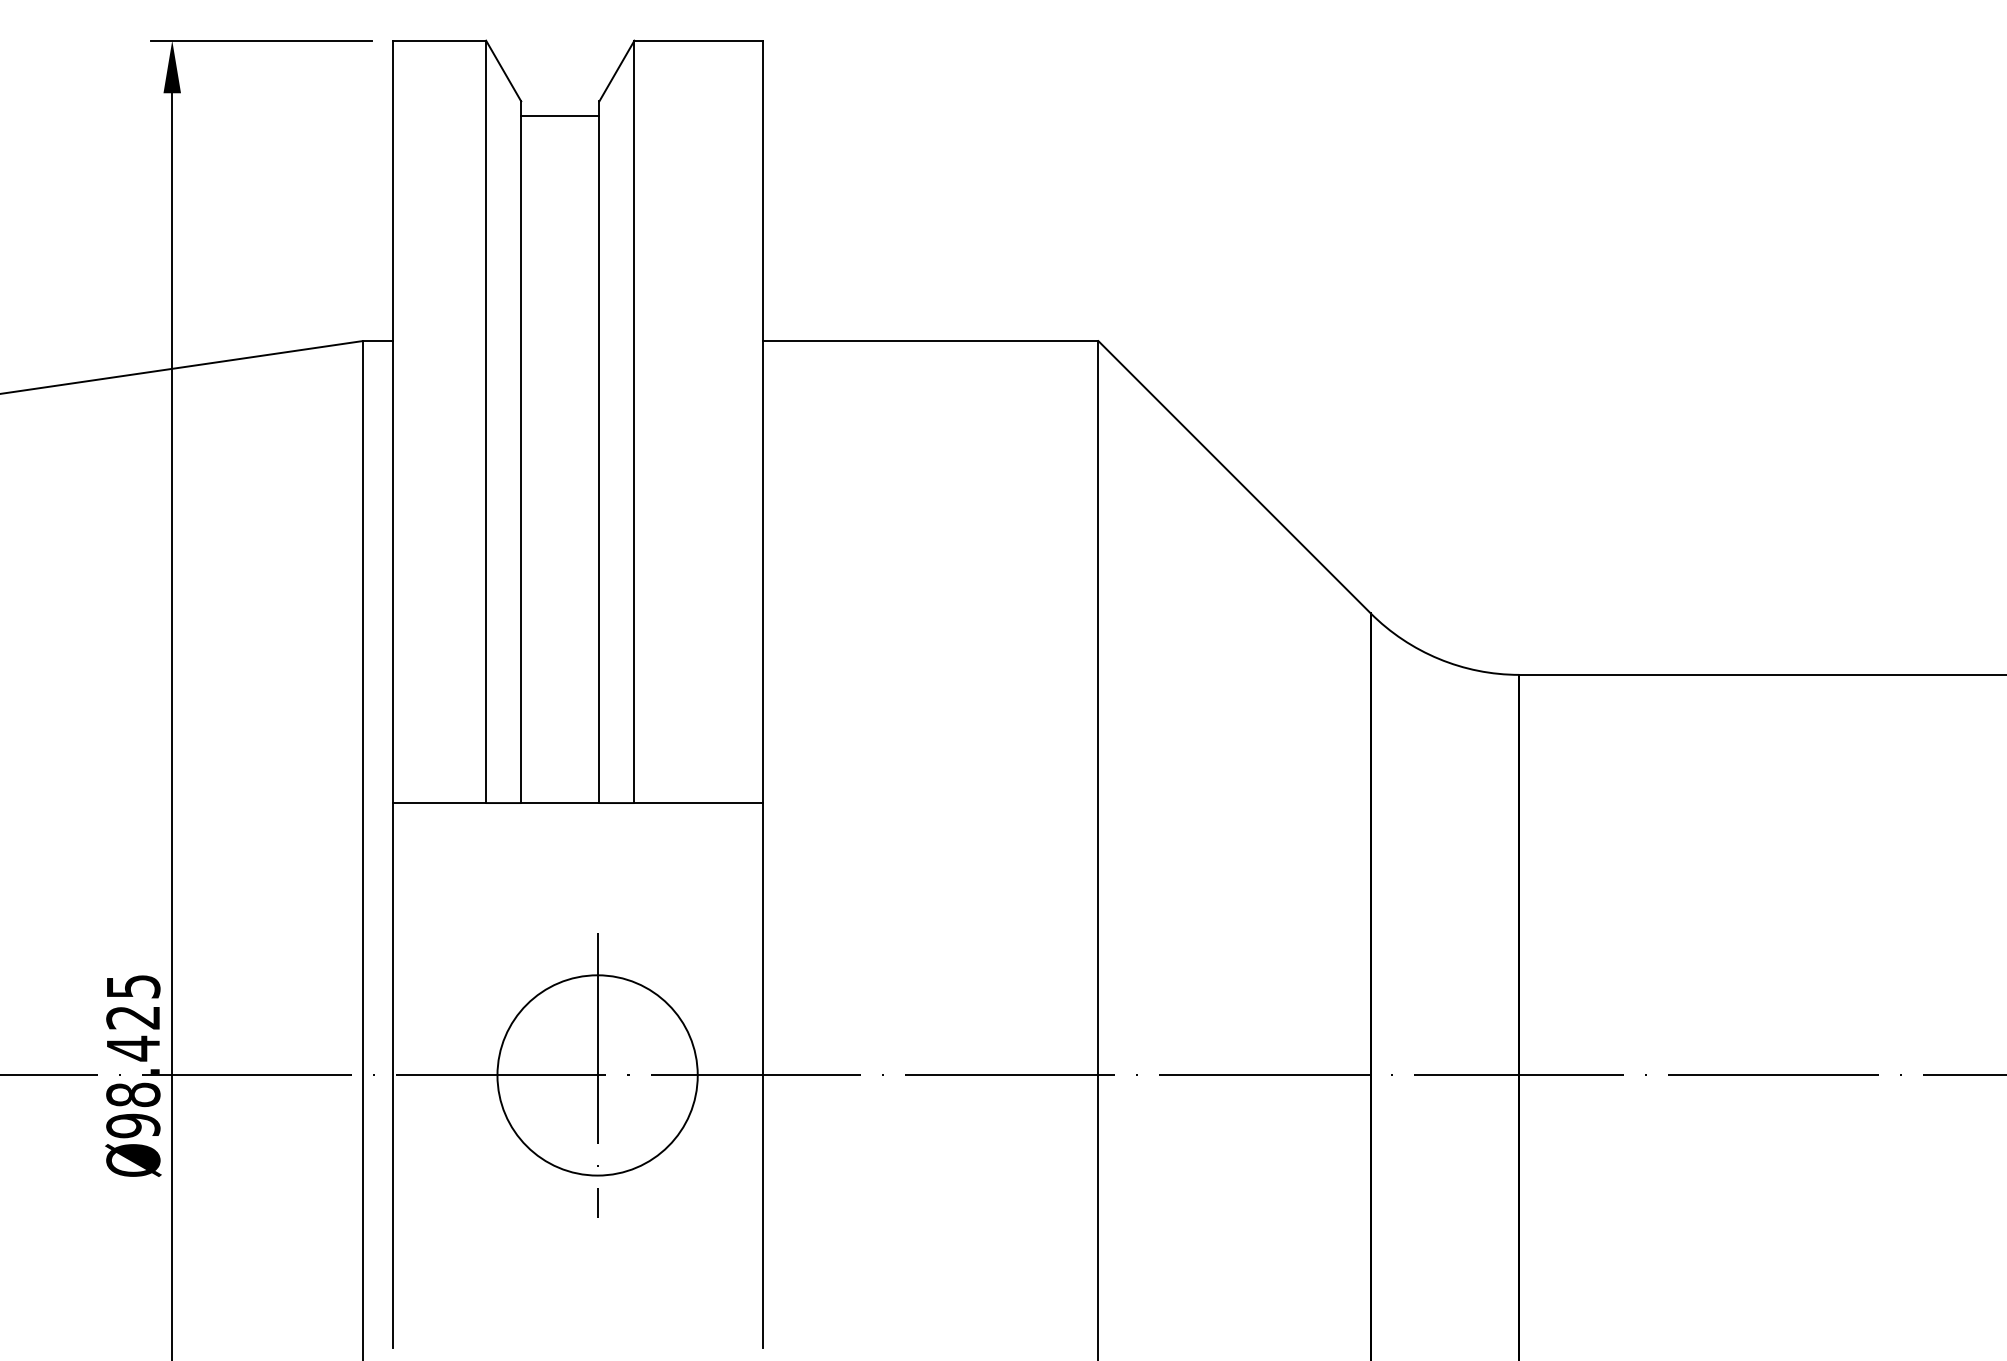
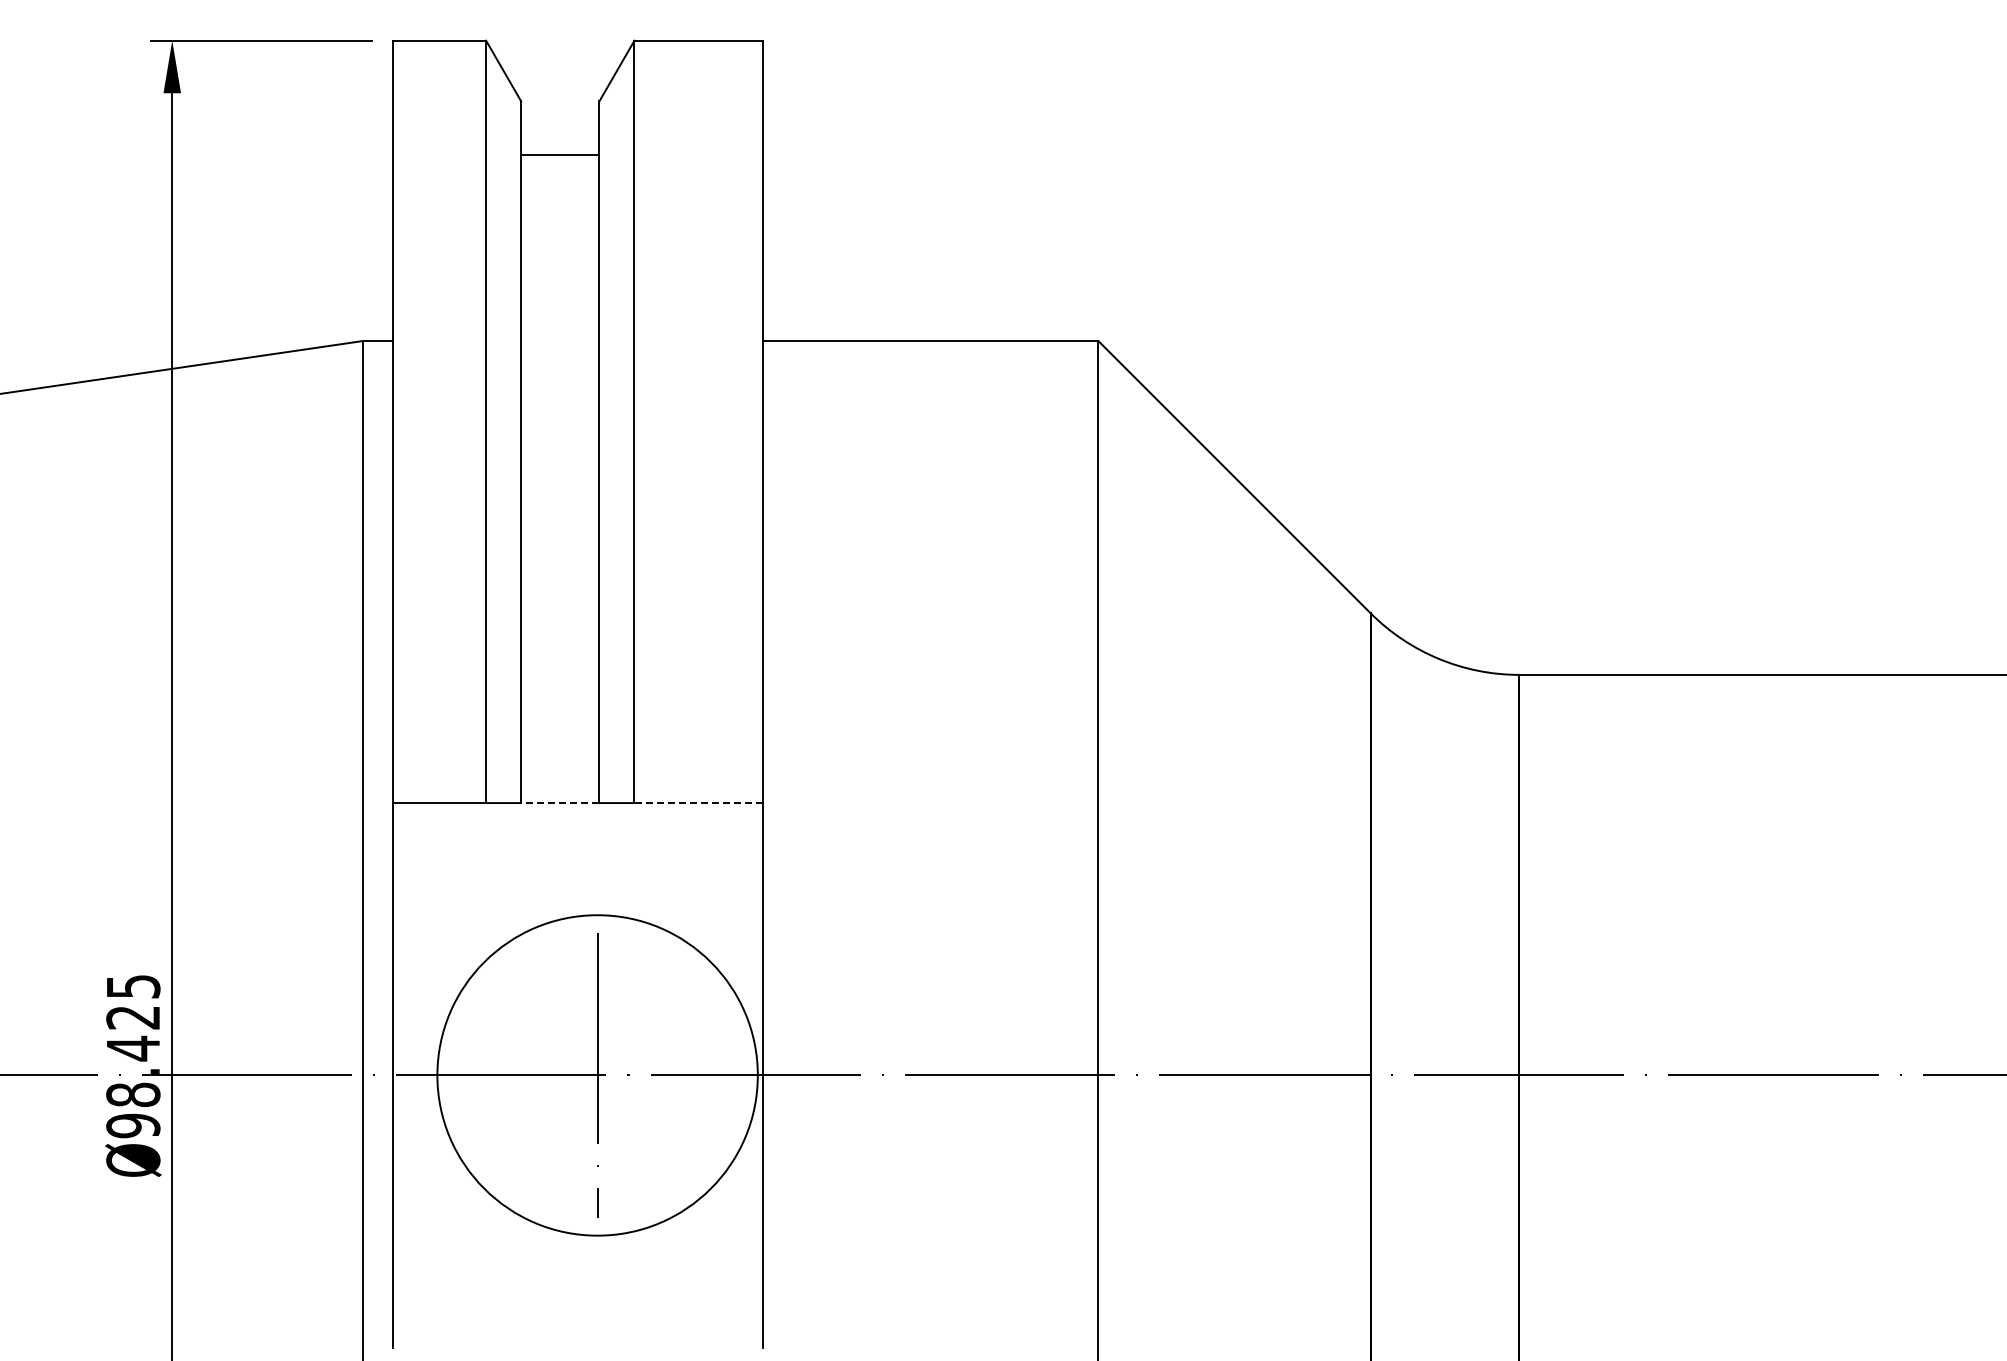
line at (560, 115) position: (560, 115) -> (560, 154)
line at (559, 803): solid -> dashed
line at (698, 803): solid -> dashed
circle at (597, 1075) diameter: 200 px -> 320 px
